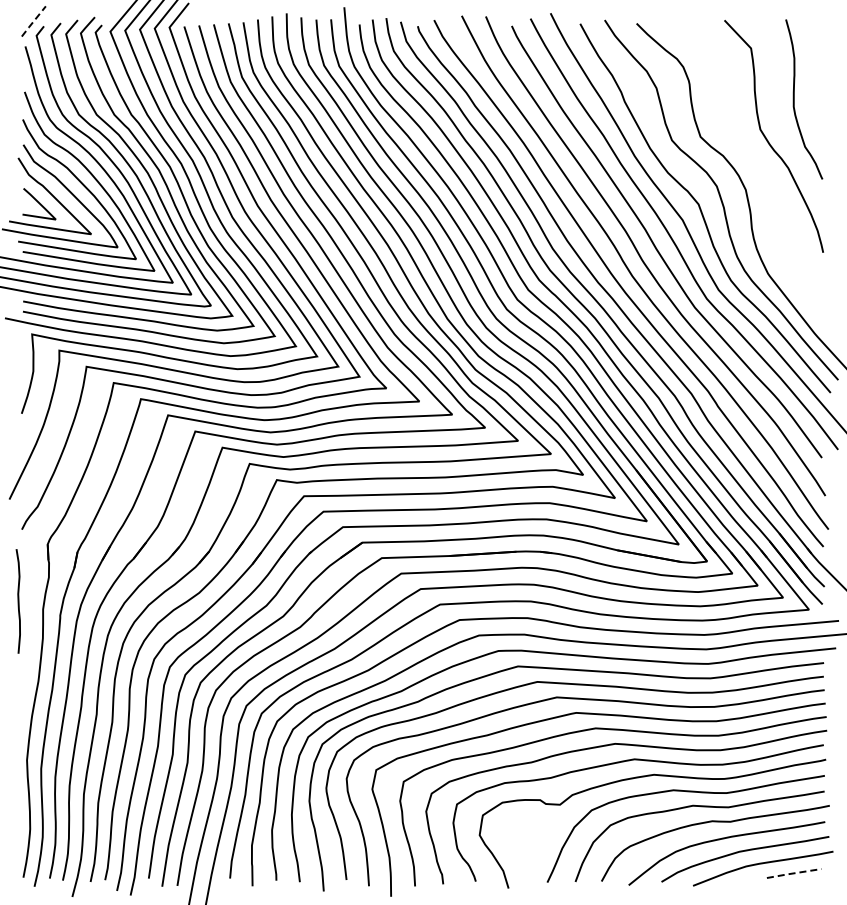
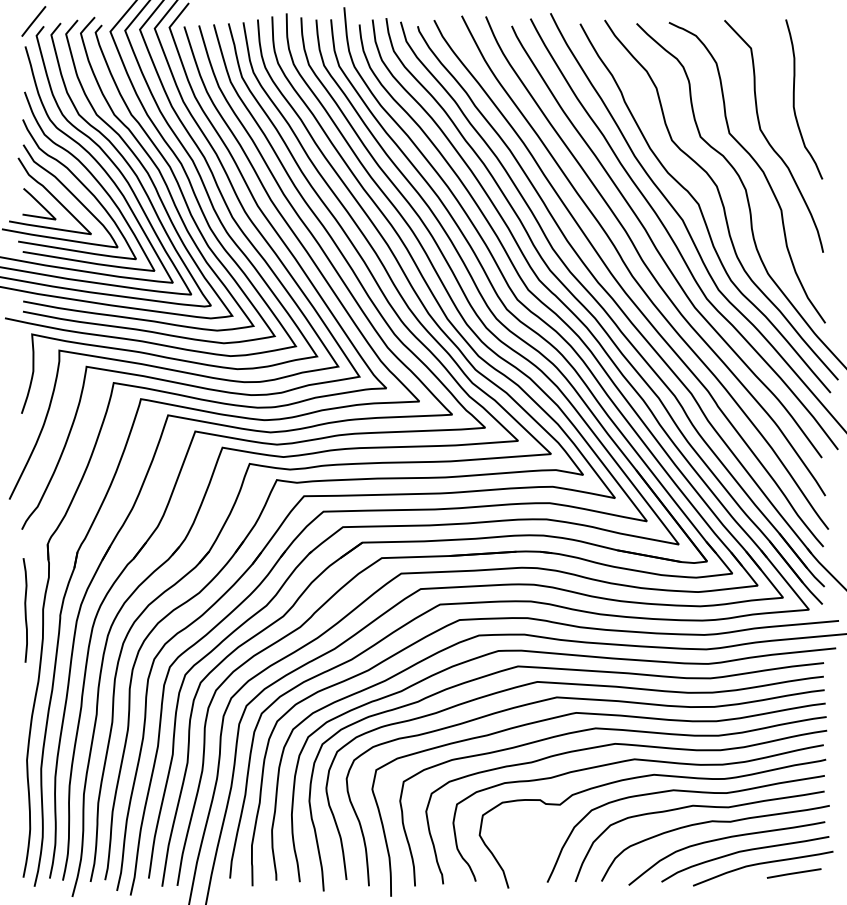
line at (33, 21): dashed -> solid
curve at (755, 163): none -> present
curve at (17, 601) position: (17, 601) -> (24, 610)
line at (793, 873): dashed -> solid
